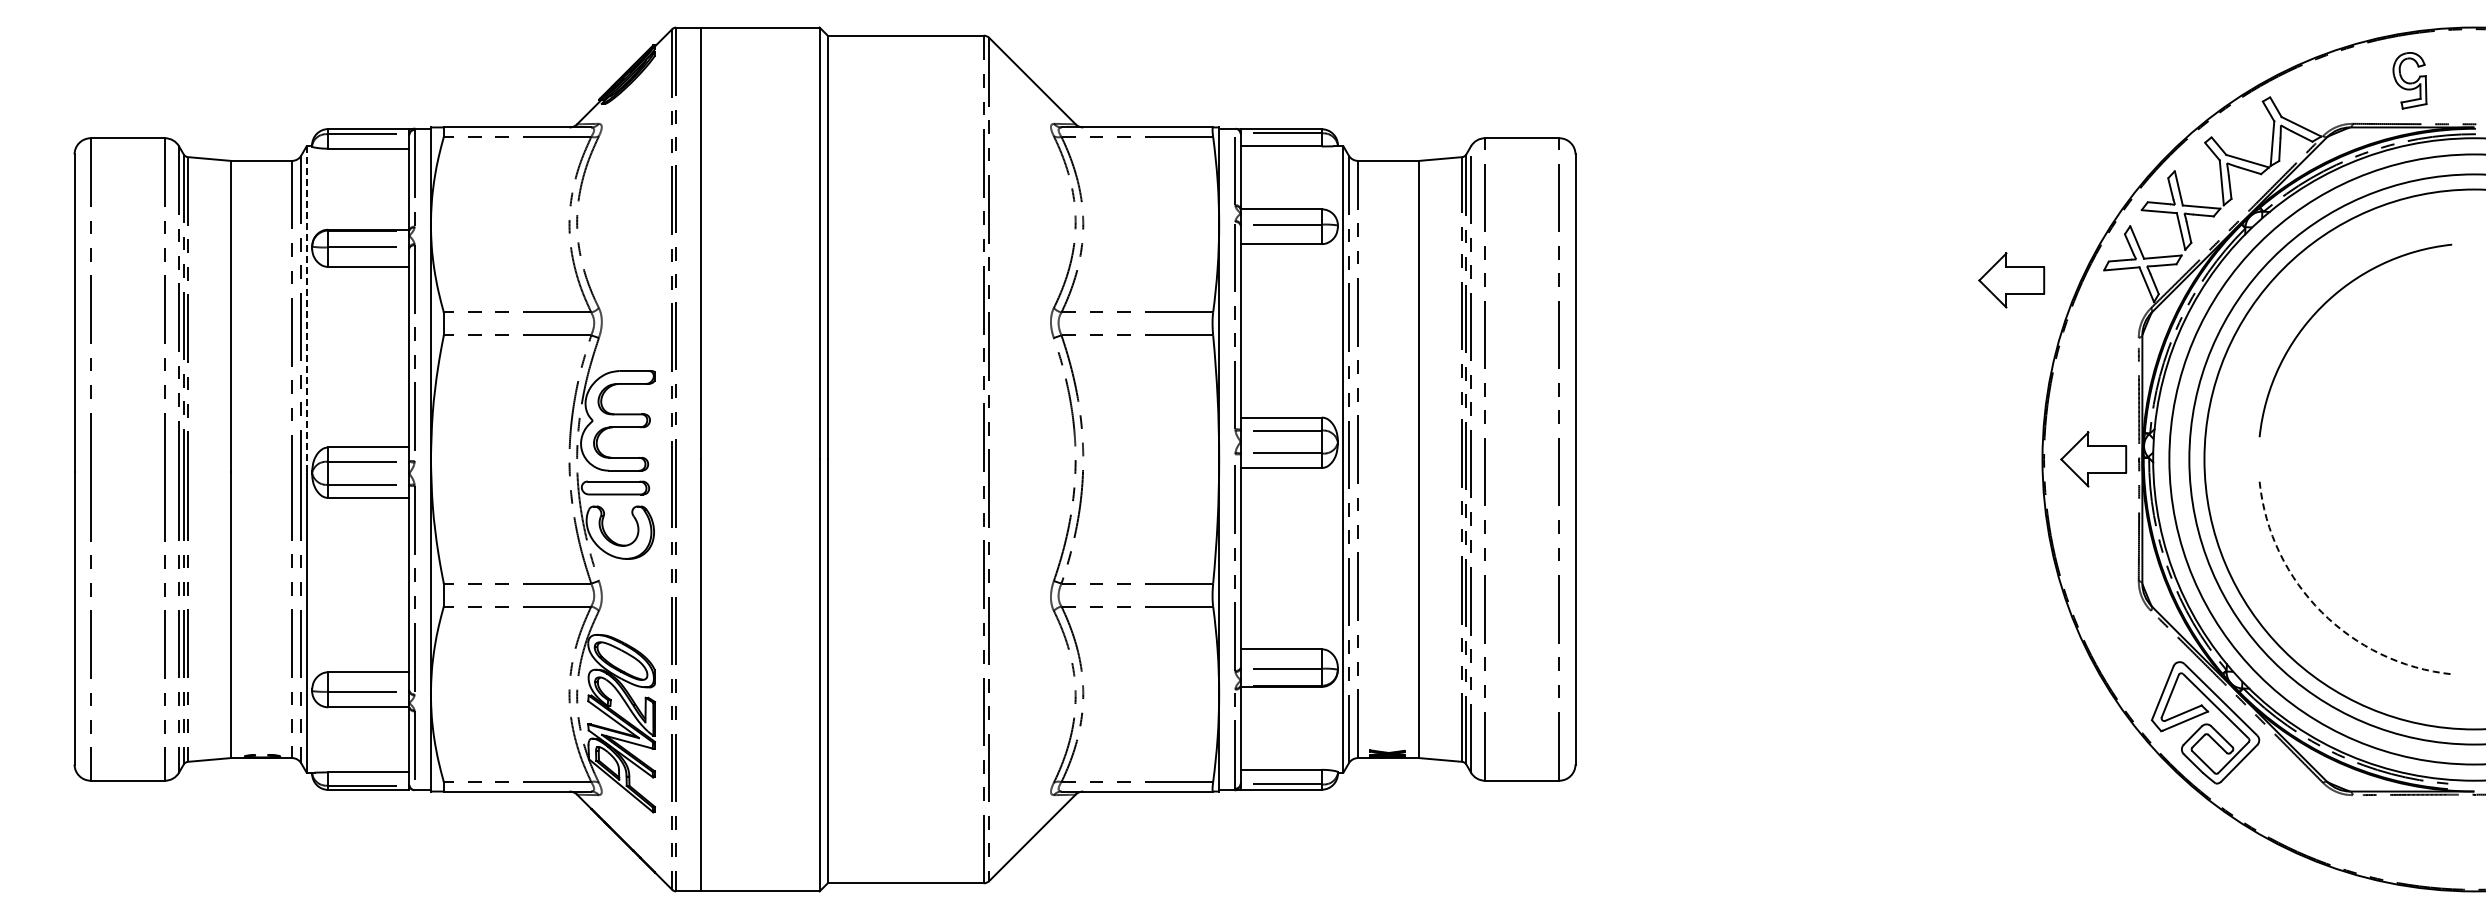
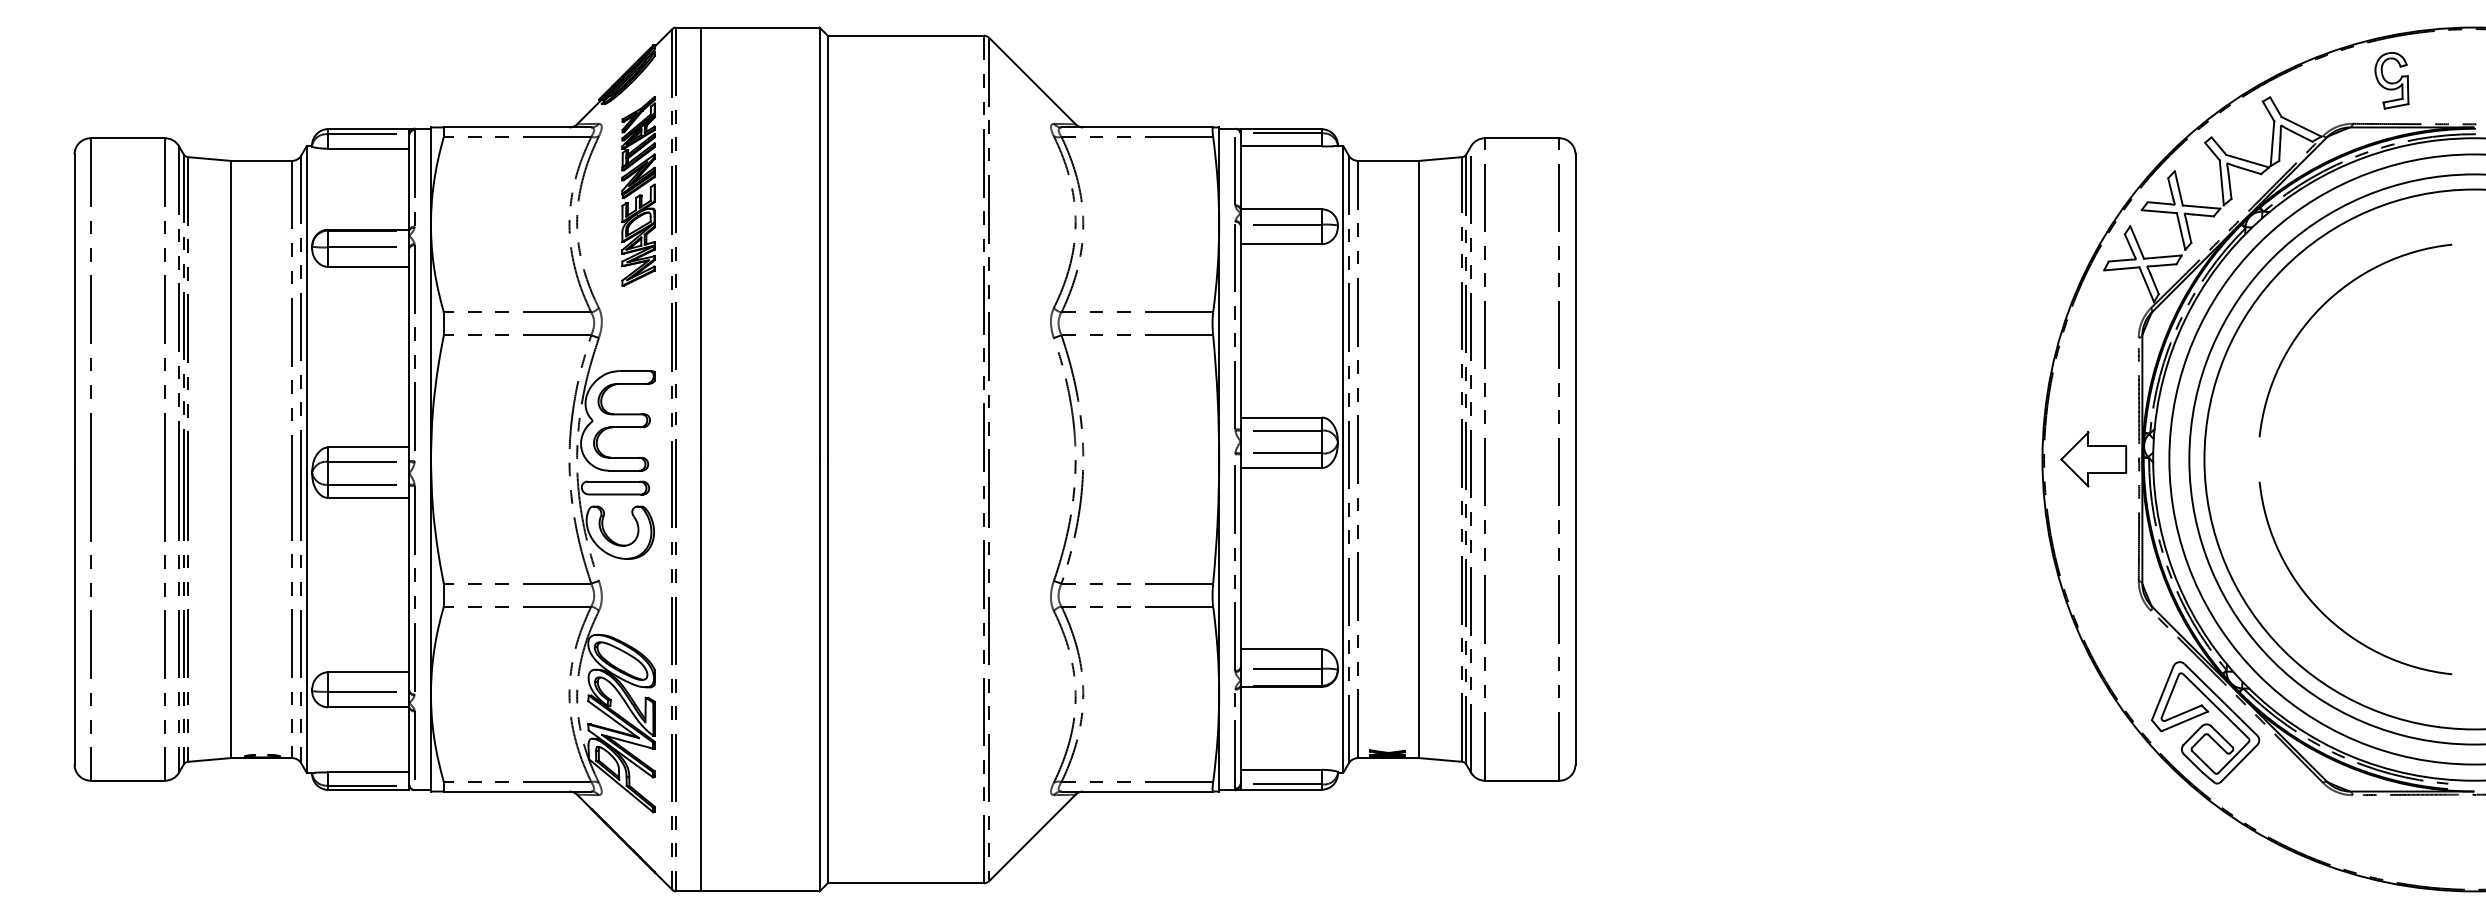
part at (2409, 80) position: (2409, 80) -> (2391, 80)
part at (638, 191): none -> present
part at (2011, 280): present -> none
line at (306, 310): dashed -> solid
arc at (2321, 612): dashed -> solid
